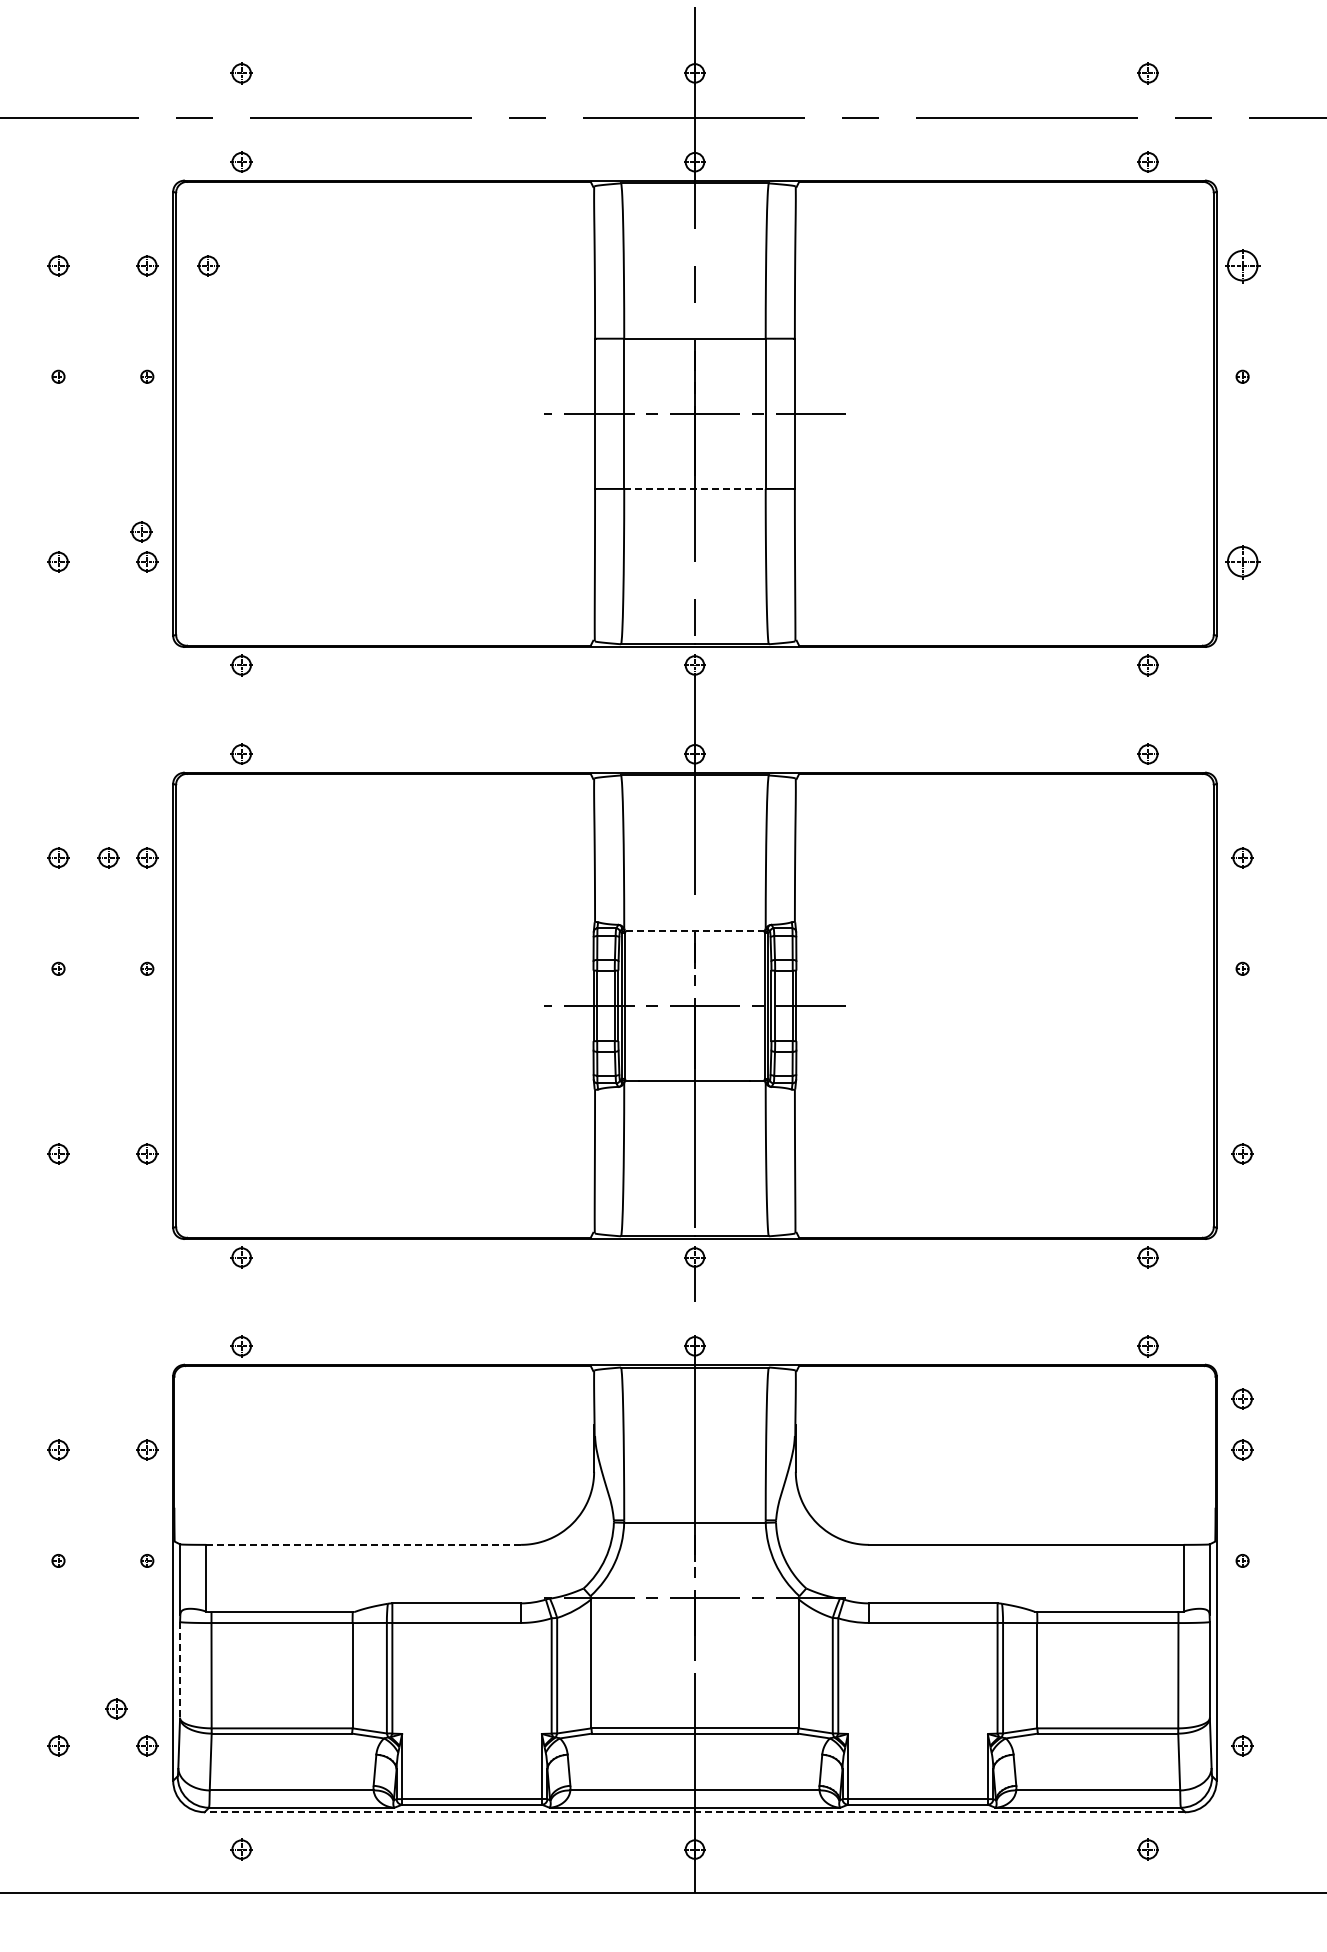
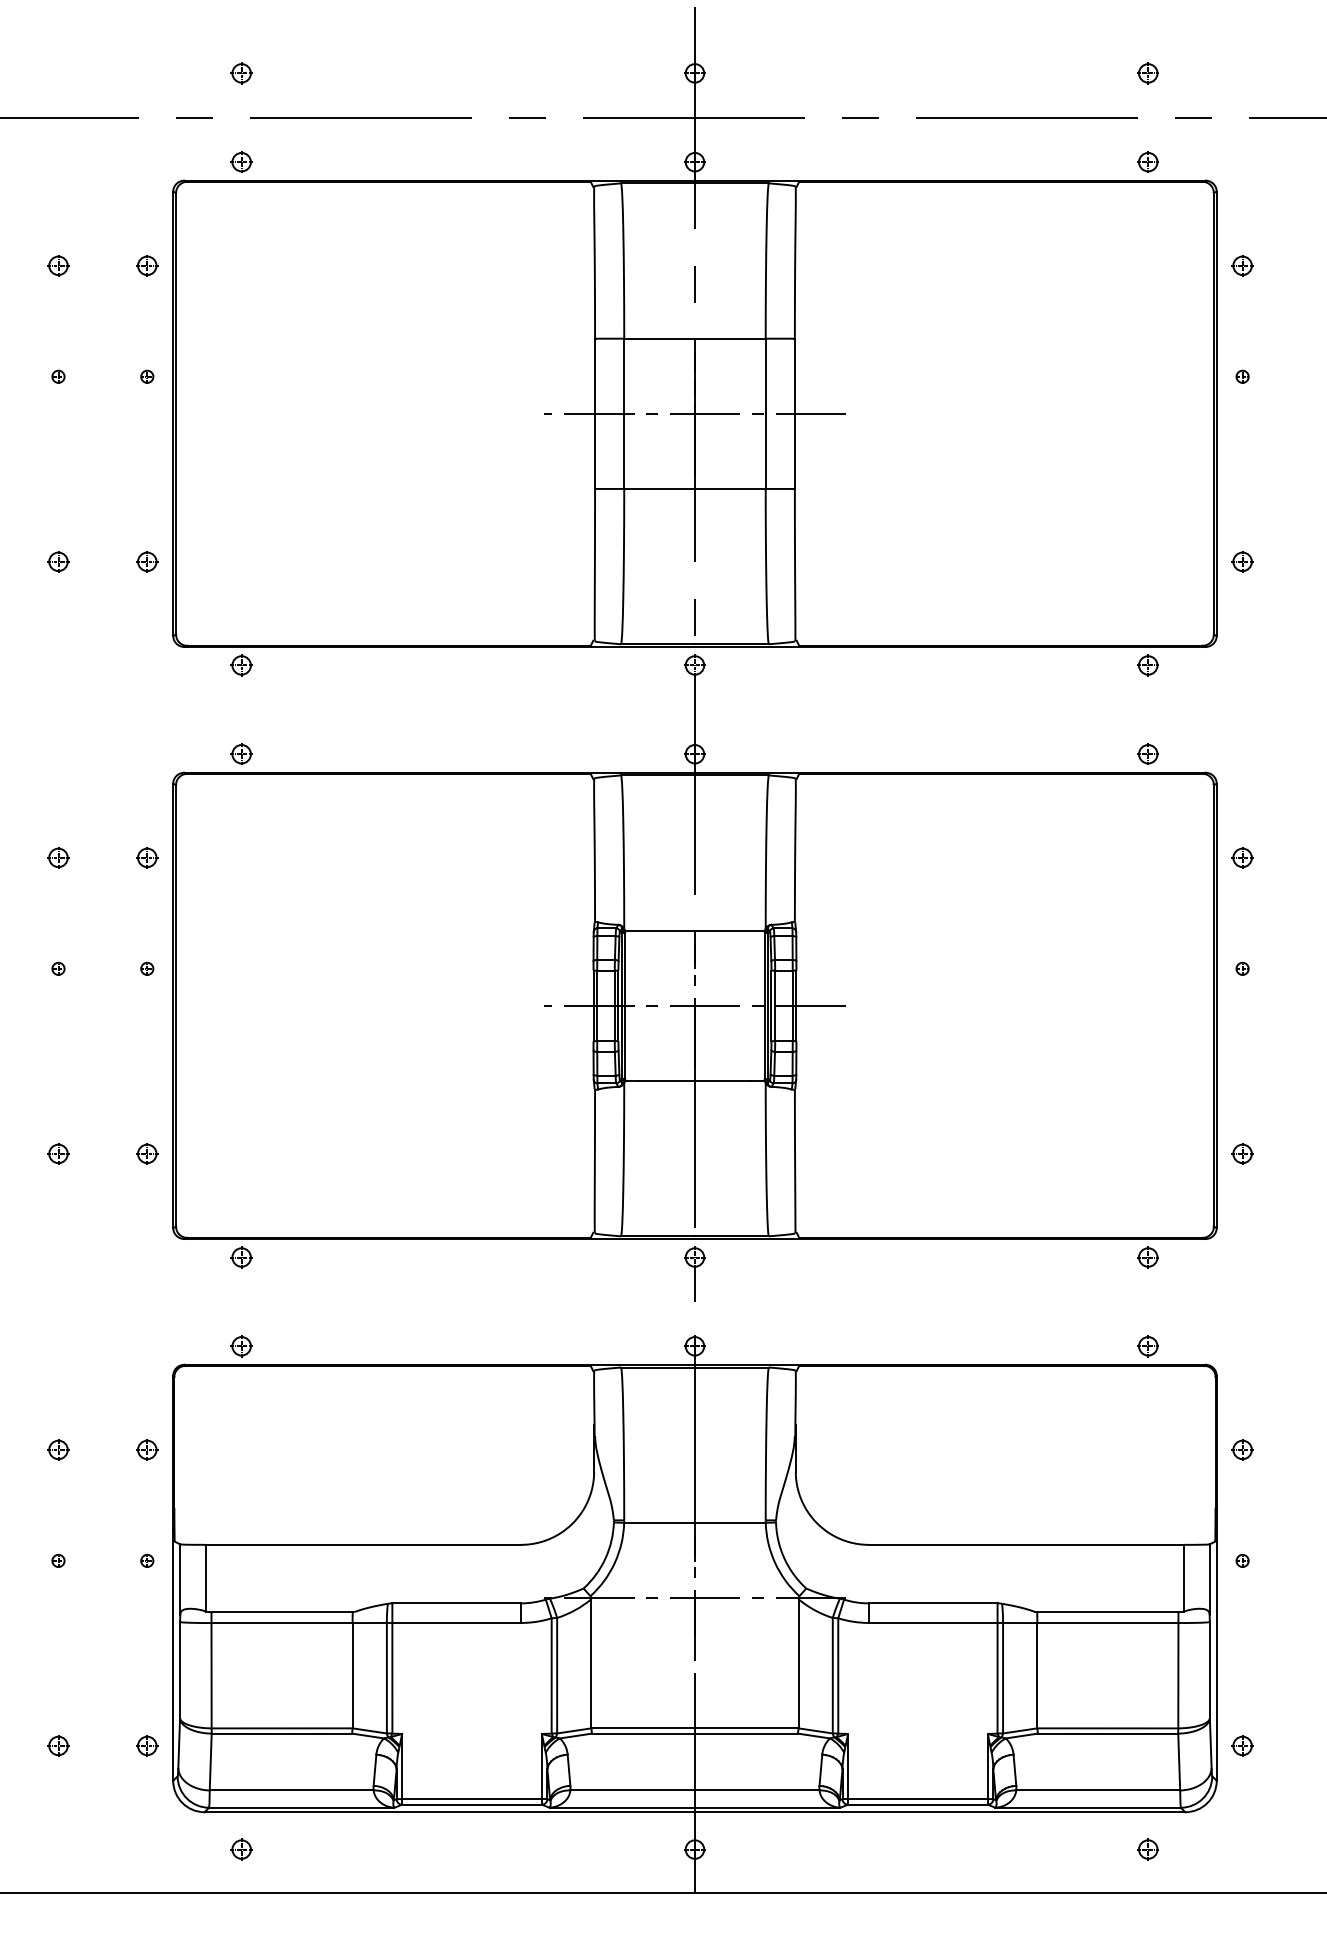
part at (208, 265): present -> none
part at (1242, 266) size: 36x35 px -> 23x22 px
line at (694, 488): dashed -> solid
part at (141, 531): present -> none
part at (1242, 562) size: 36x35 px -> 23x22 px
part at (108, 857): present -> none
line at (694, 930): dashed -> solid
part at (1242, 1398): present -> none
line at (363, 1544): dashed -> solid
line at (180, 1670): dashed -> solid
part at (116, 1708): present -> none
line at (694, 1812): dashed -> solid
